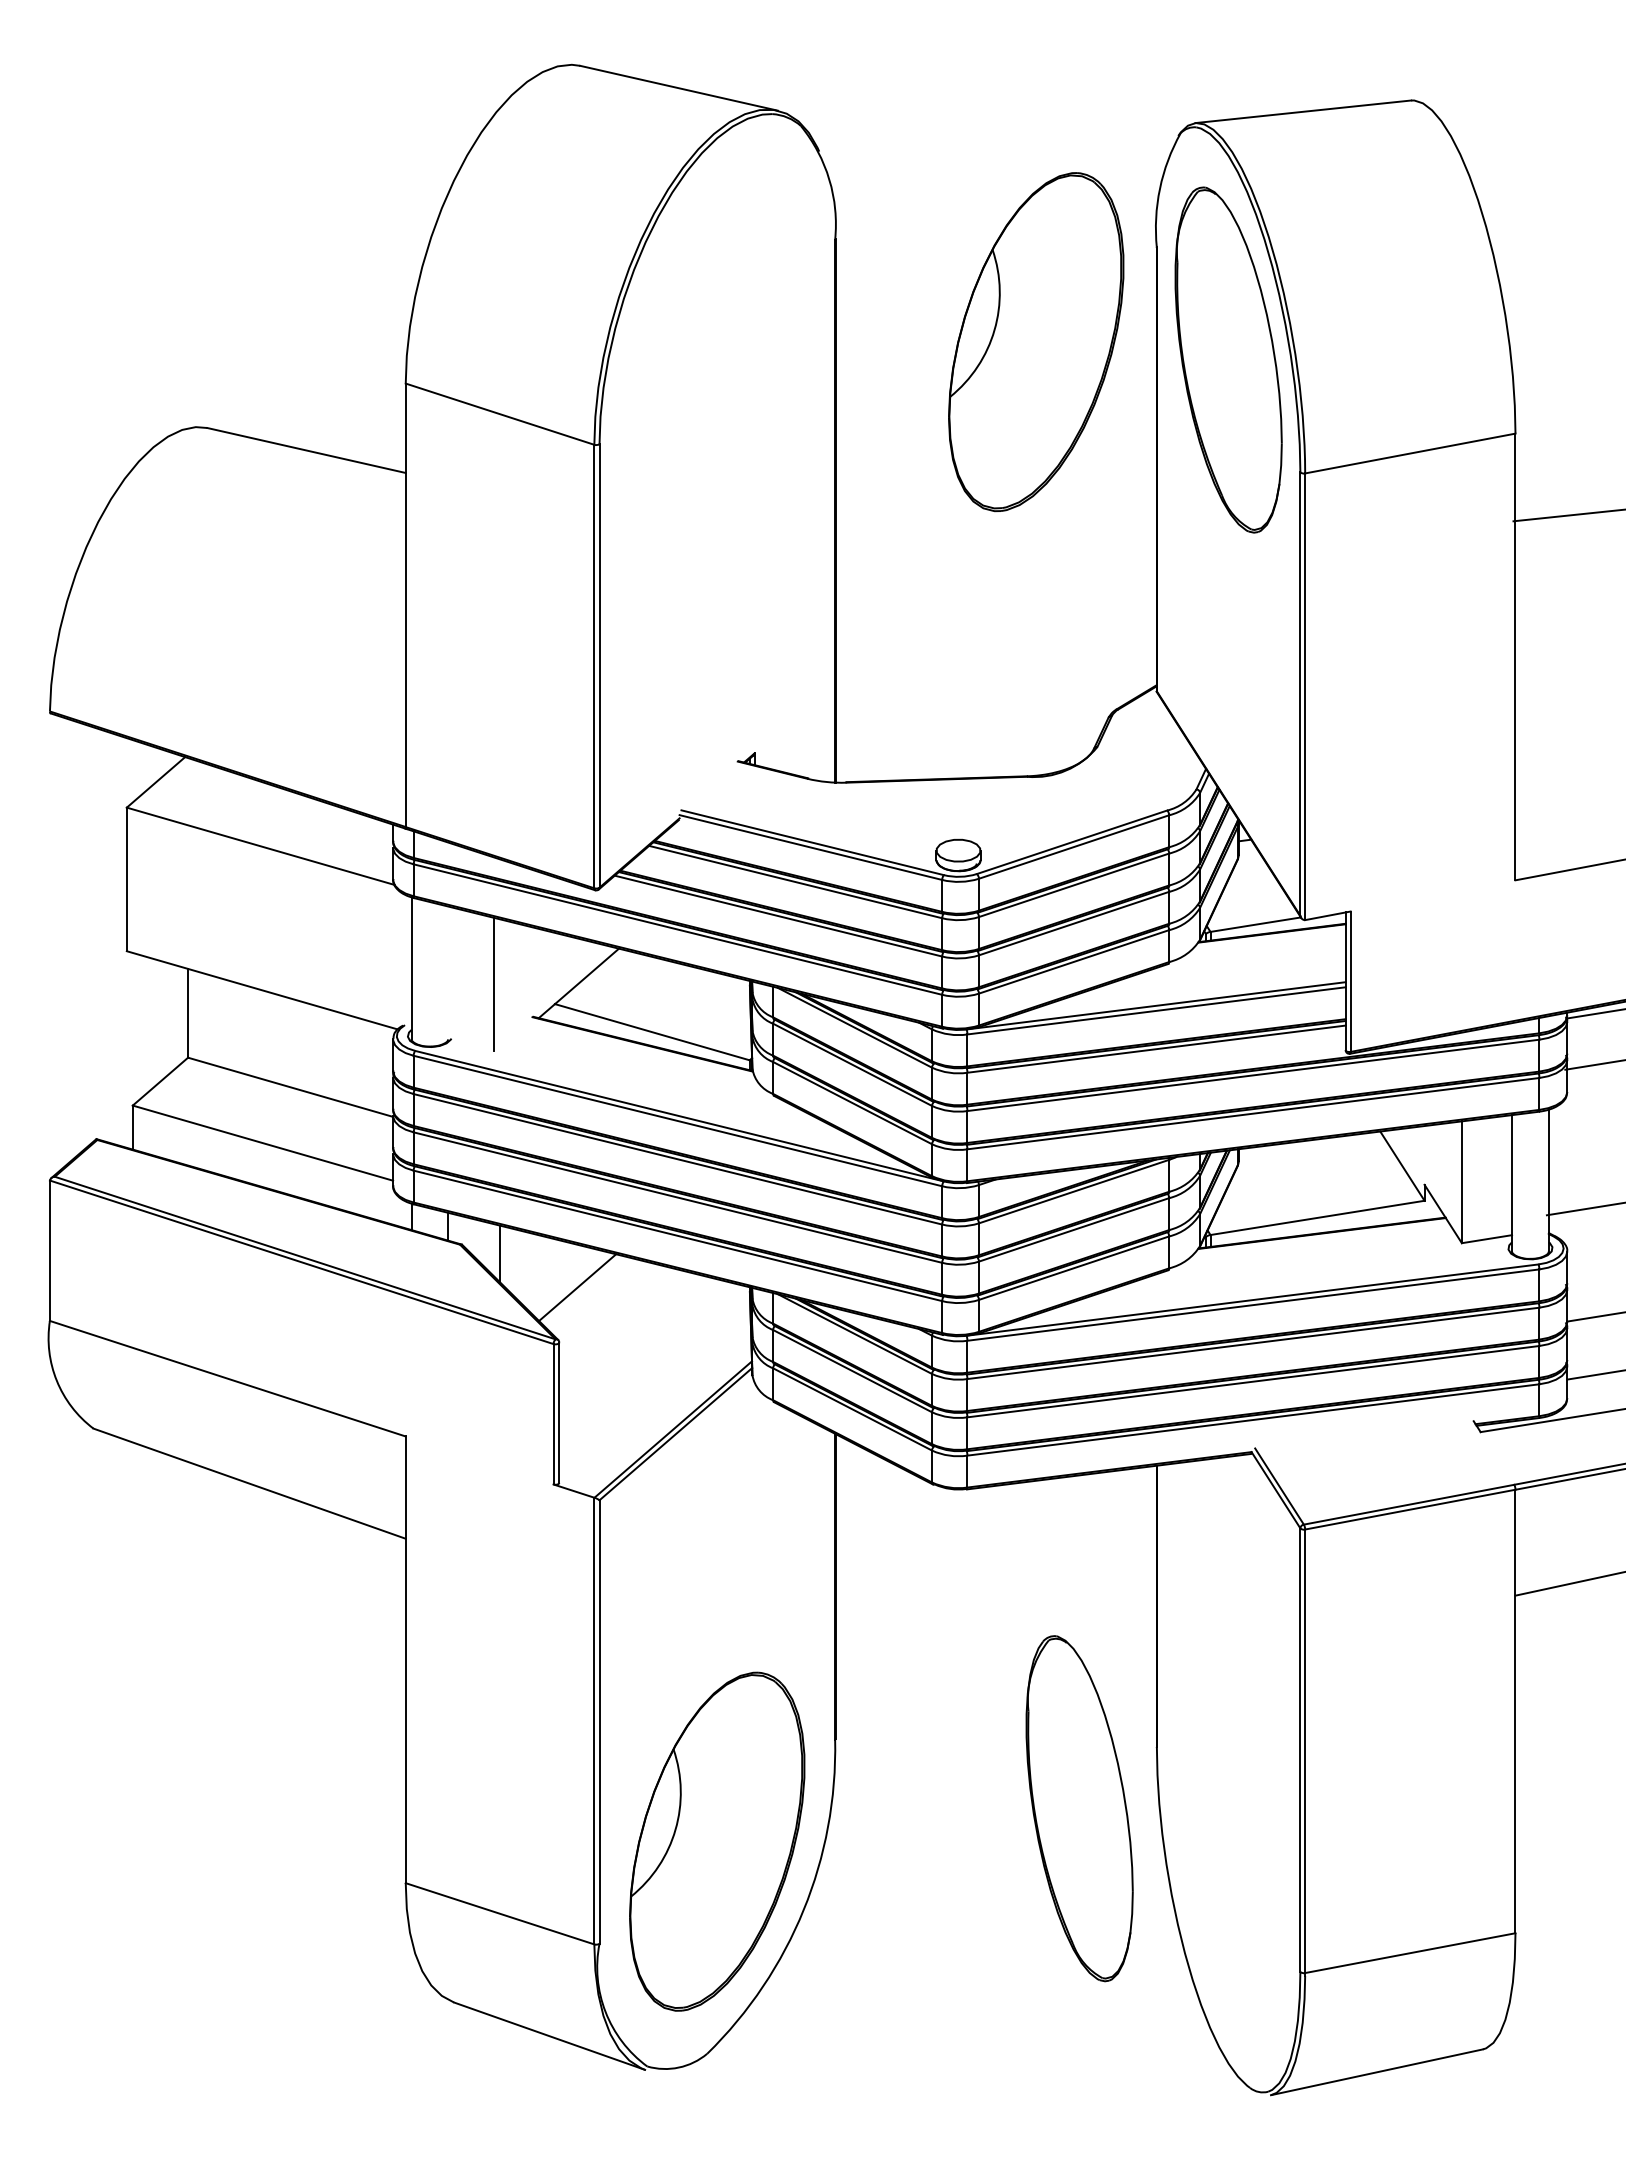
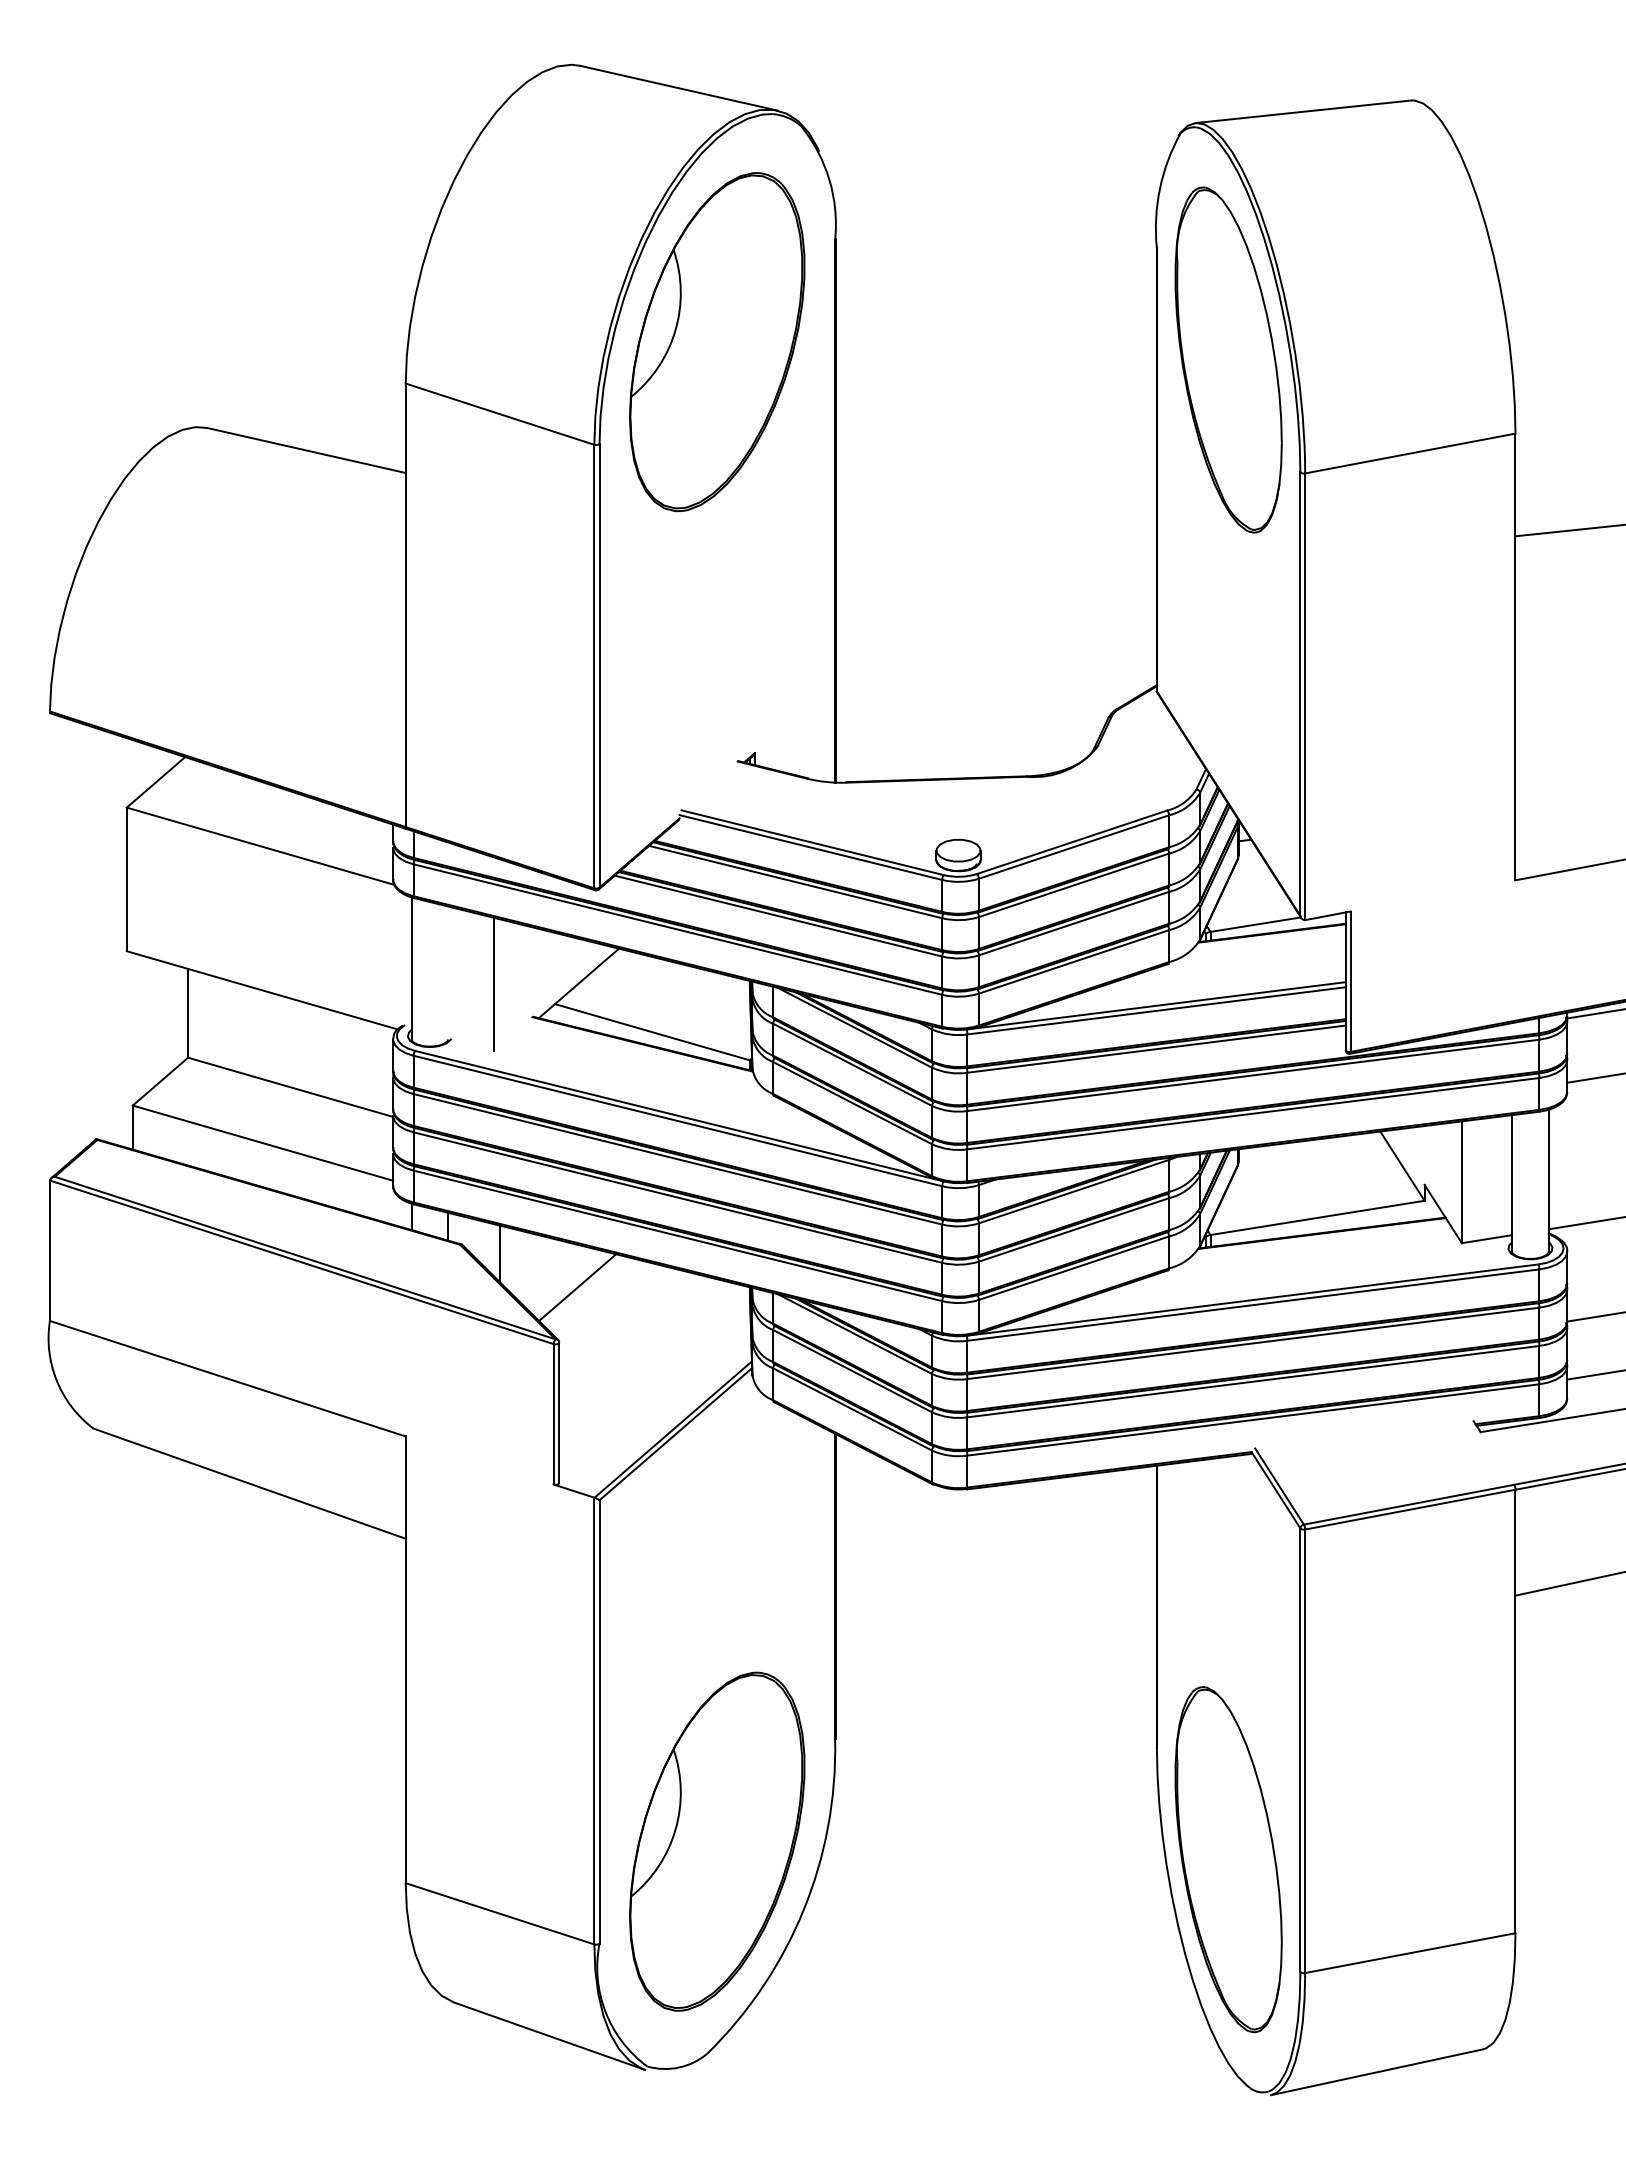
part at (1036, 342) position: (1036, 342) -> (717, 342)
line at (1567, 515) position: (1567, 515) -> (1568, 530)
line at (1593, 1064) position: (1593, 1064) -> (1594, 1077)
line at (1584, 1209) position: (1584, 1209) -> (1585, 1223)
part at (1079, 1808) position: (1079, 1808) -> (1228, 1859)
